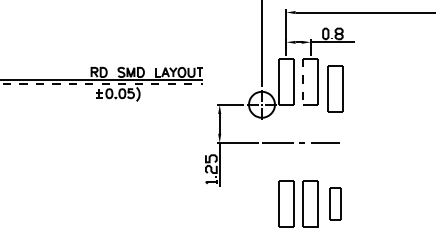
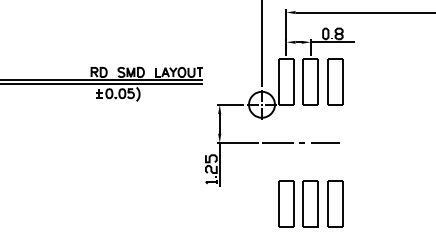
line at (303, 81): dashed -> solid
line at (101, 84): dashed -> solid
part at (335, 88) position: (335, 88) -> (335, 81)
part at (335, 203) size: 13x34 px -> 17x48 px
